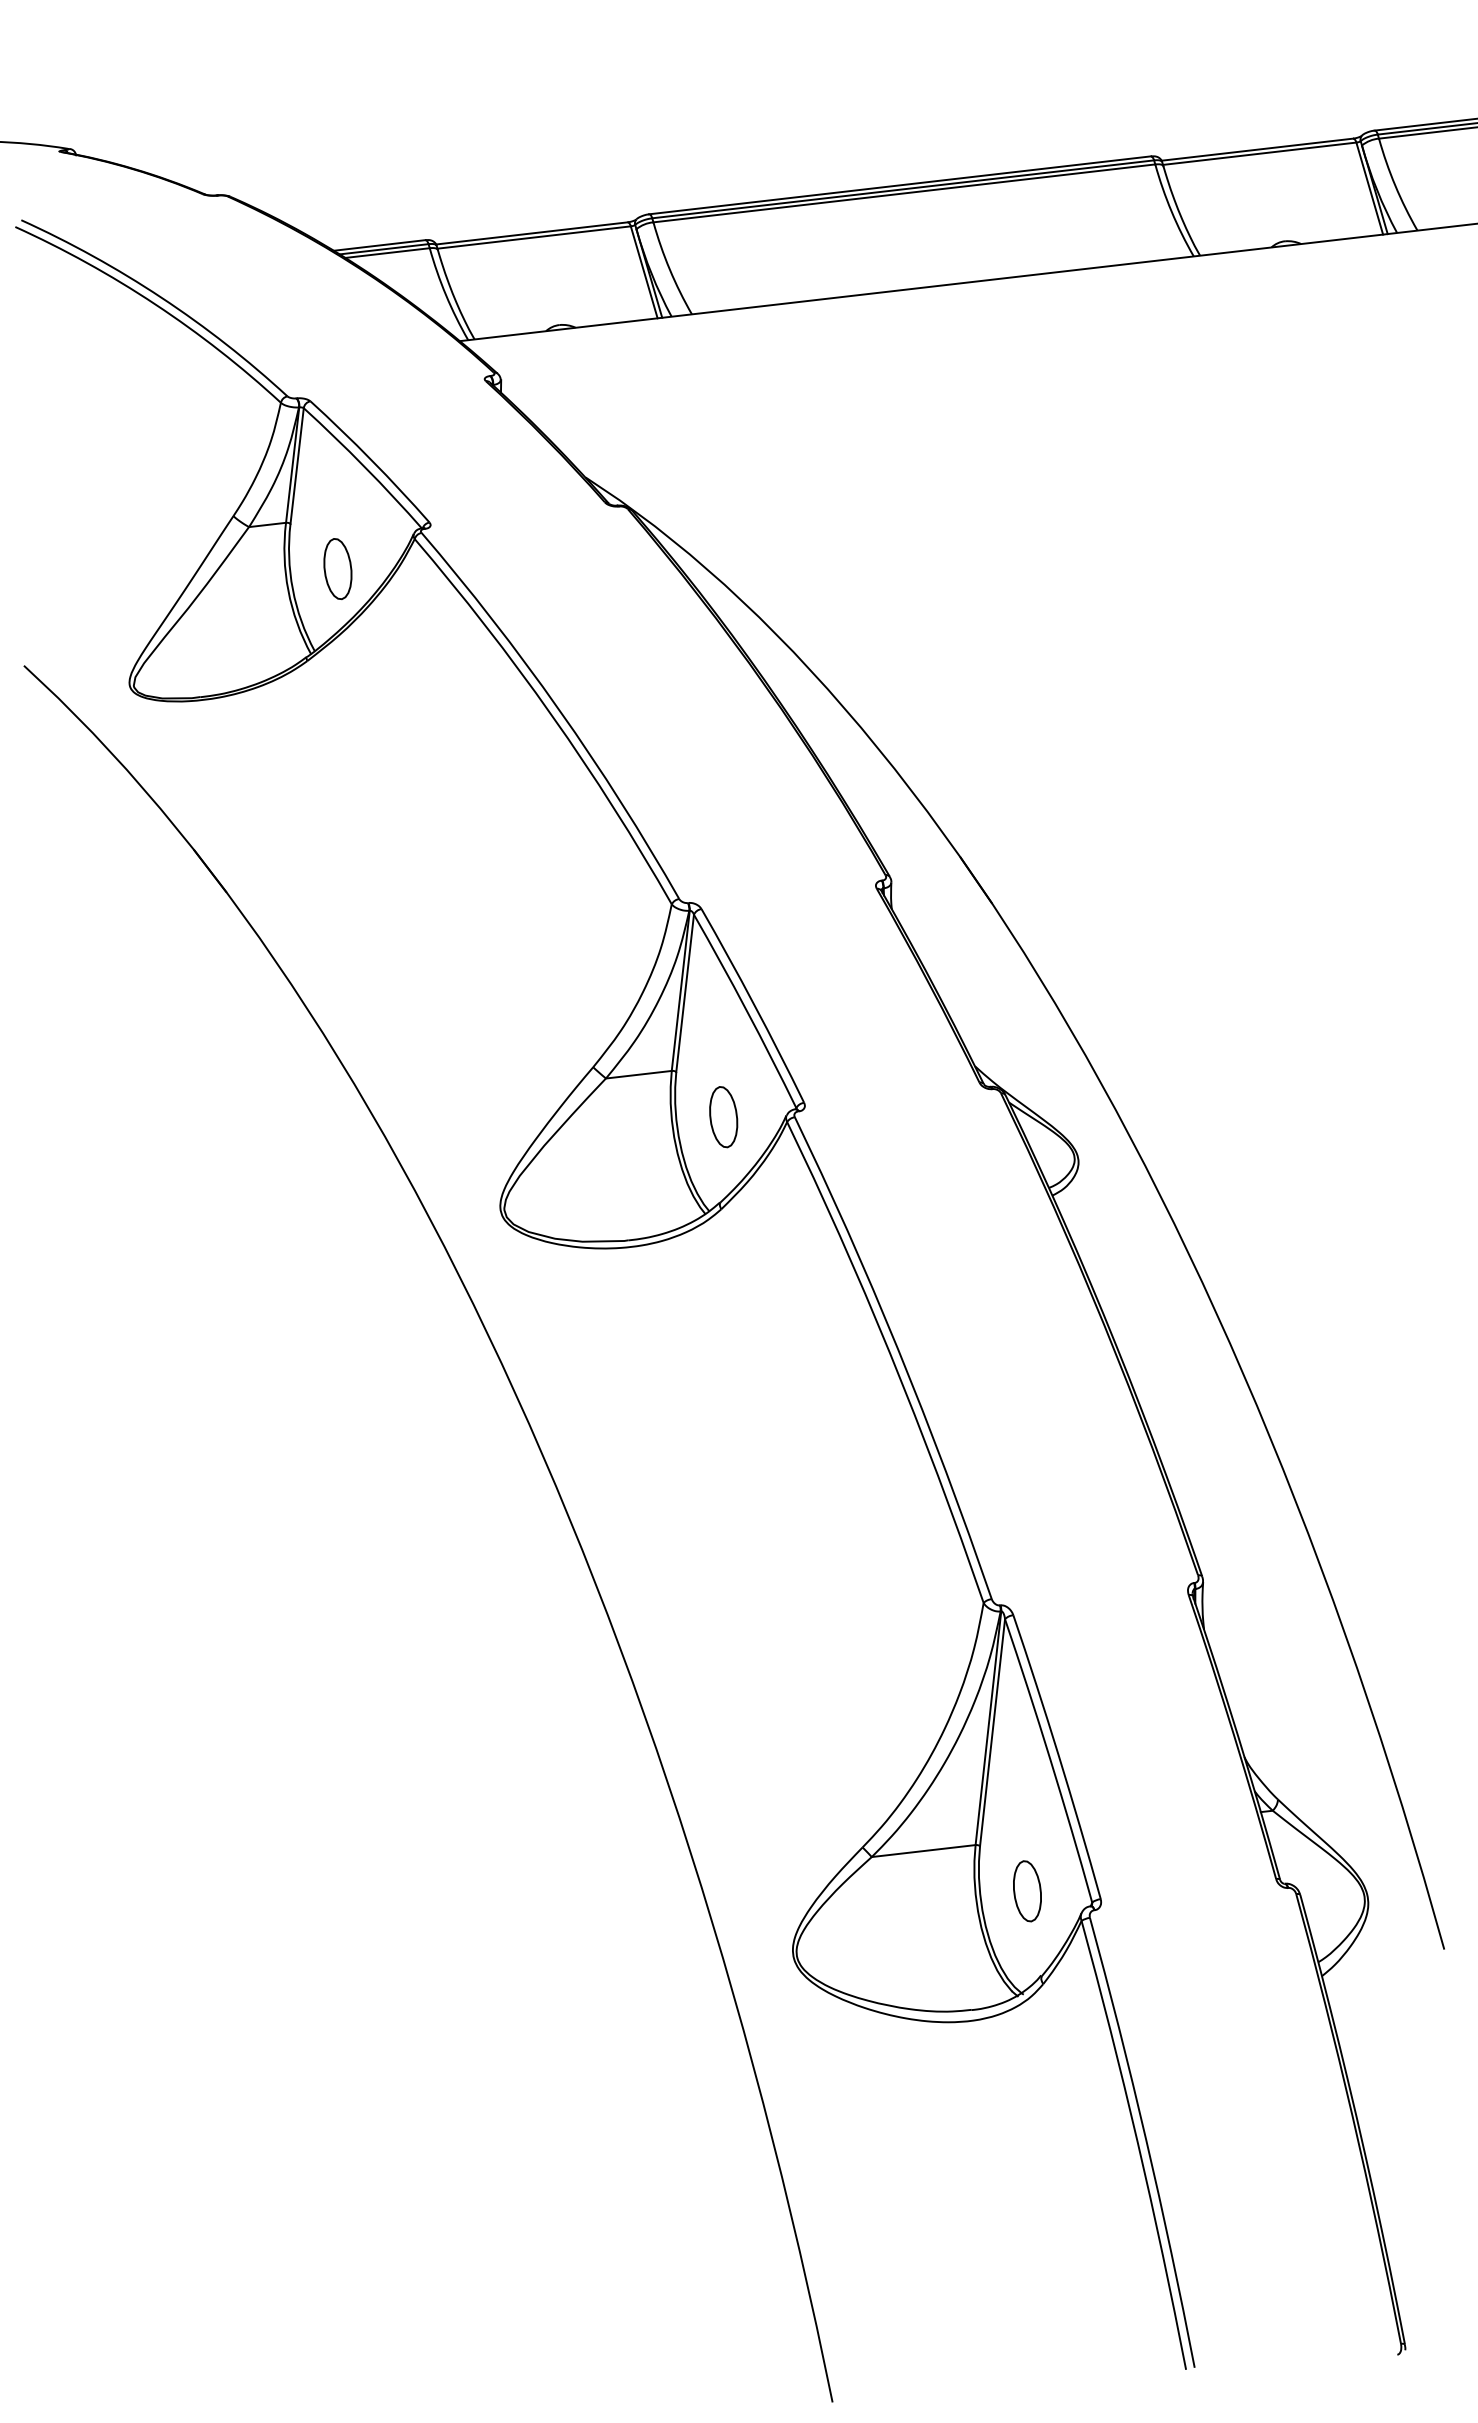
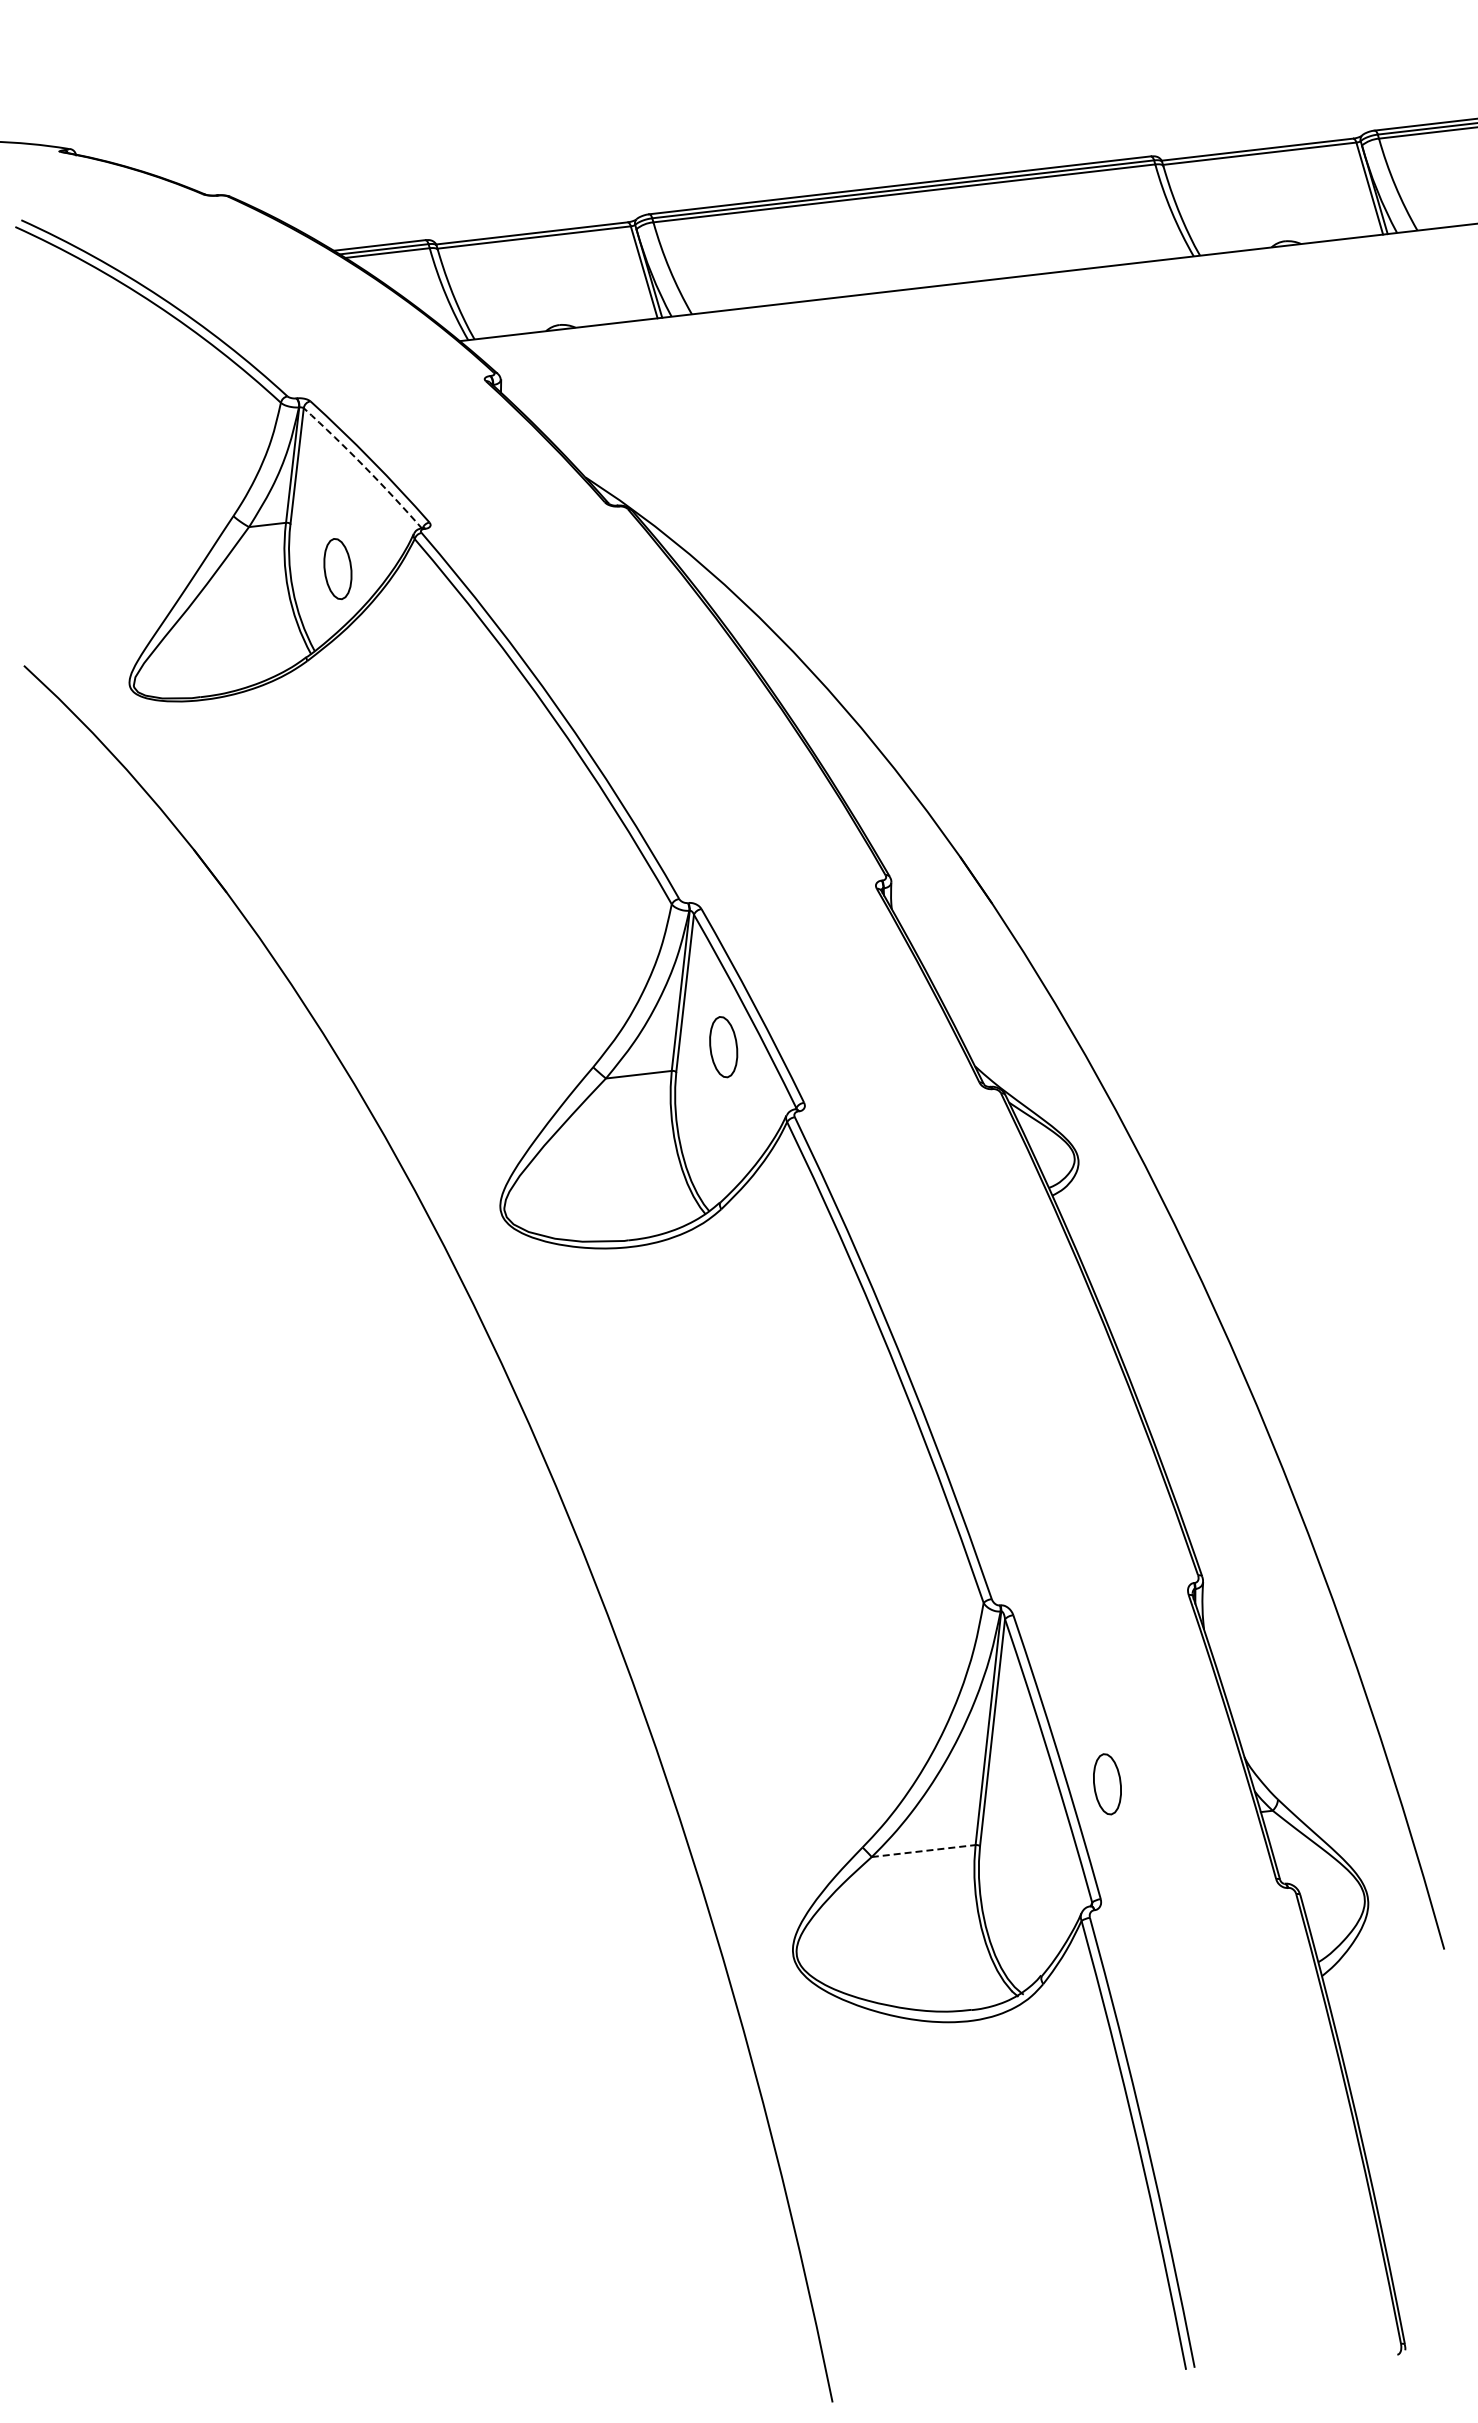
arc at (364, 467): solid -> dashed
part at (723, 1117) position: (723, 1117) -> (723, 1047)
line at (924, 1851): solid -> dashed
part at (1027, 1891) position: (1027, 1891) -> (1107, 1784)
